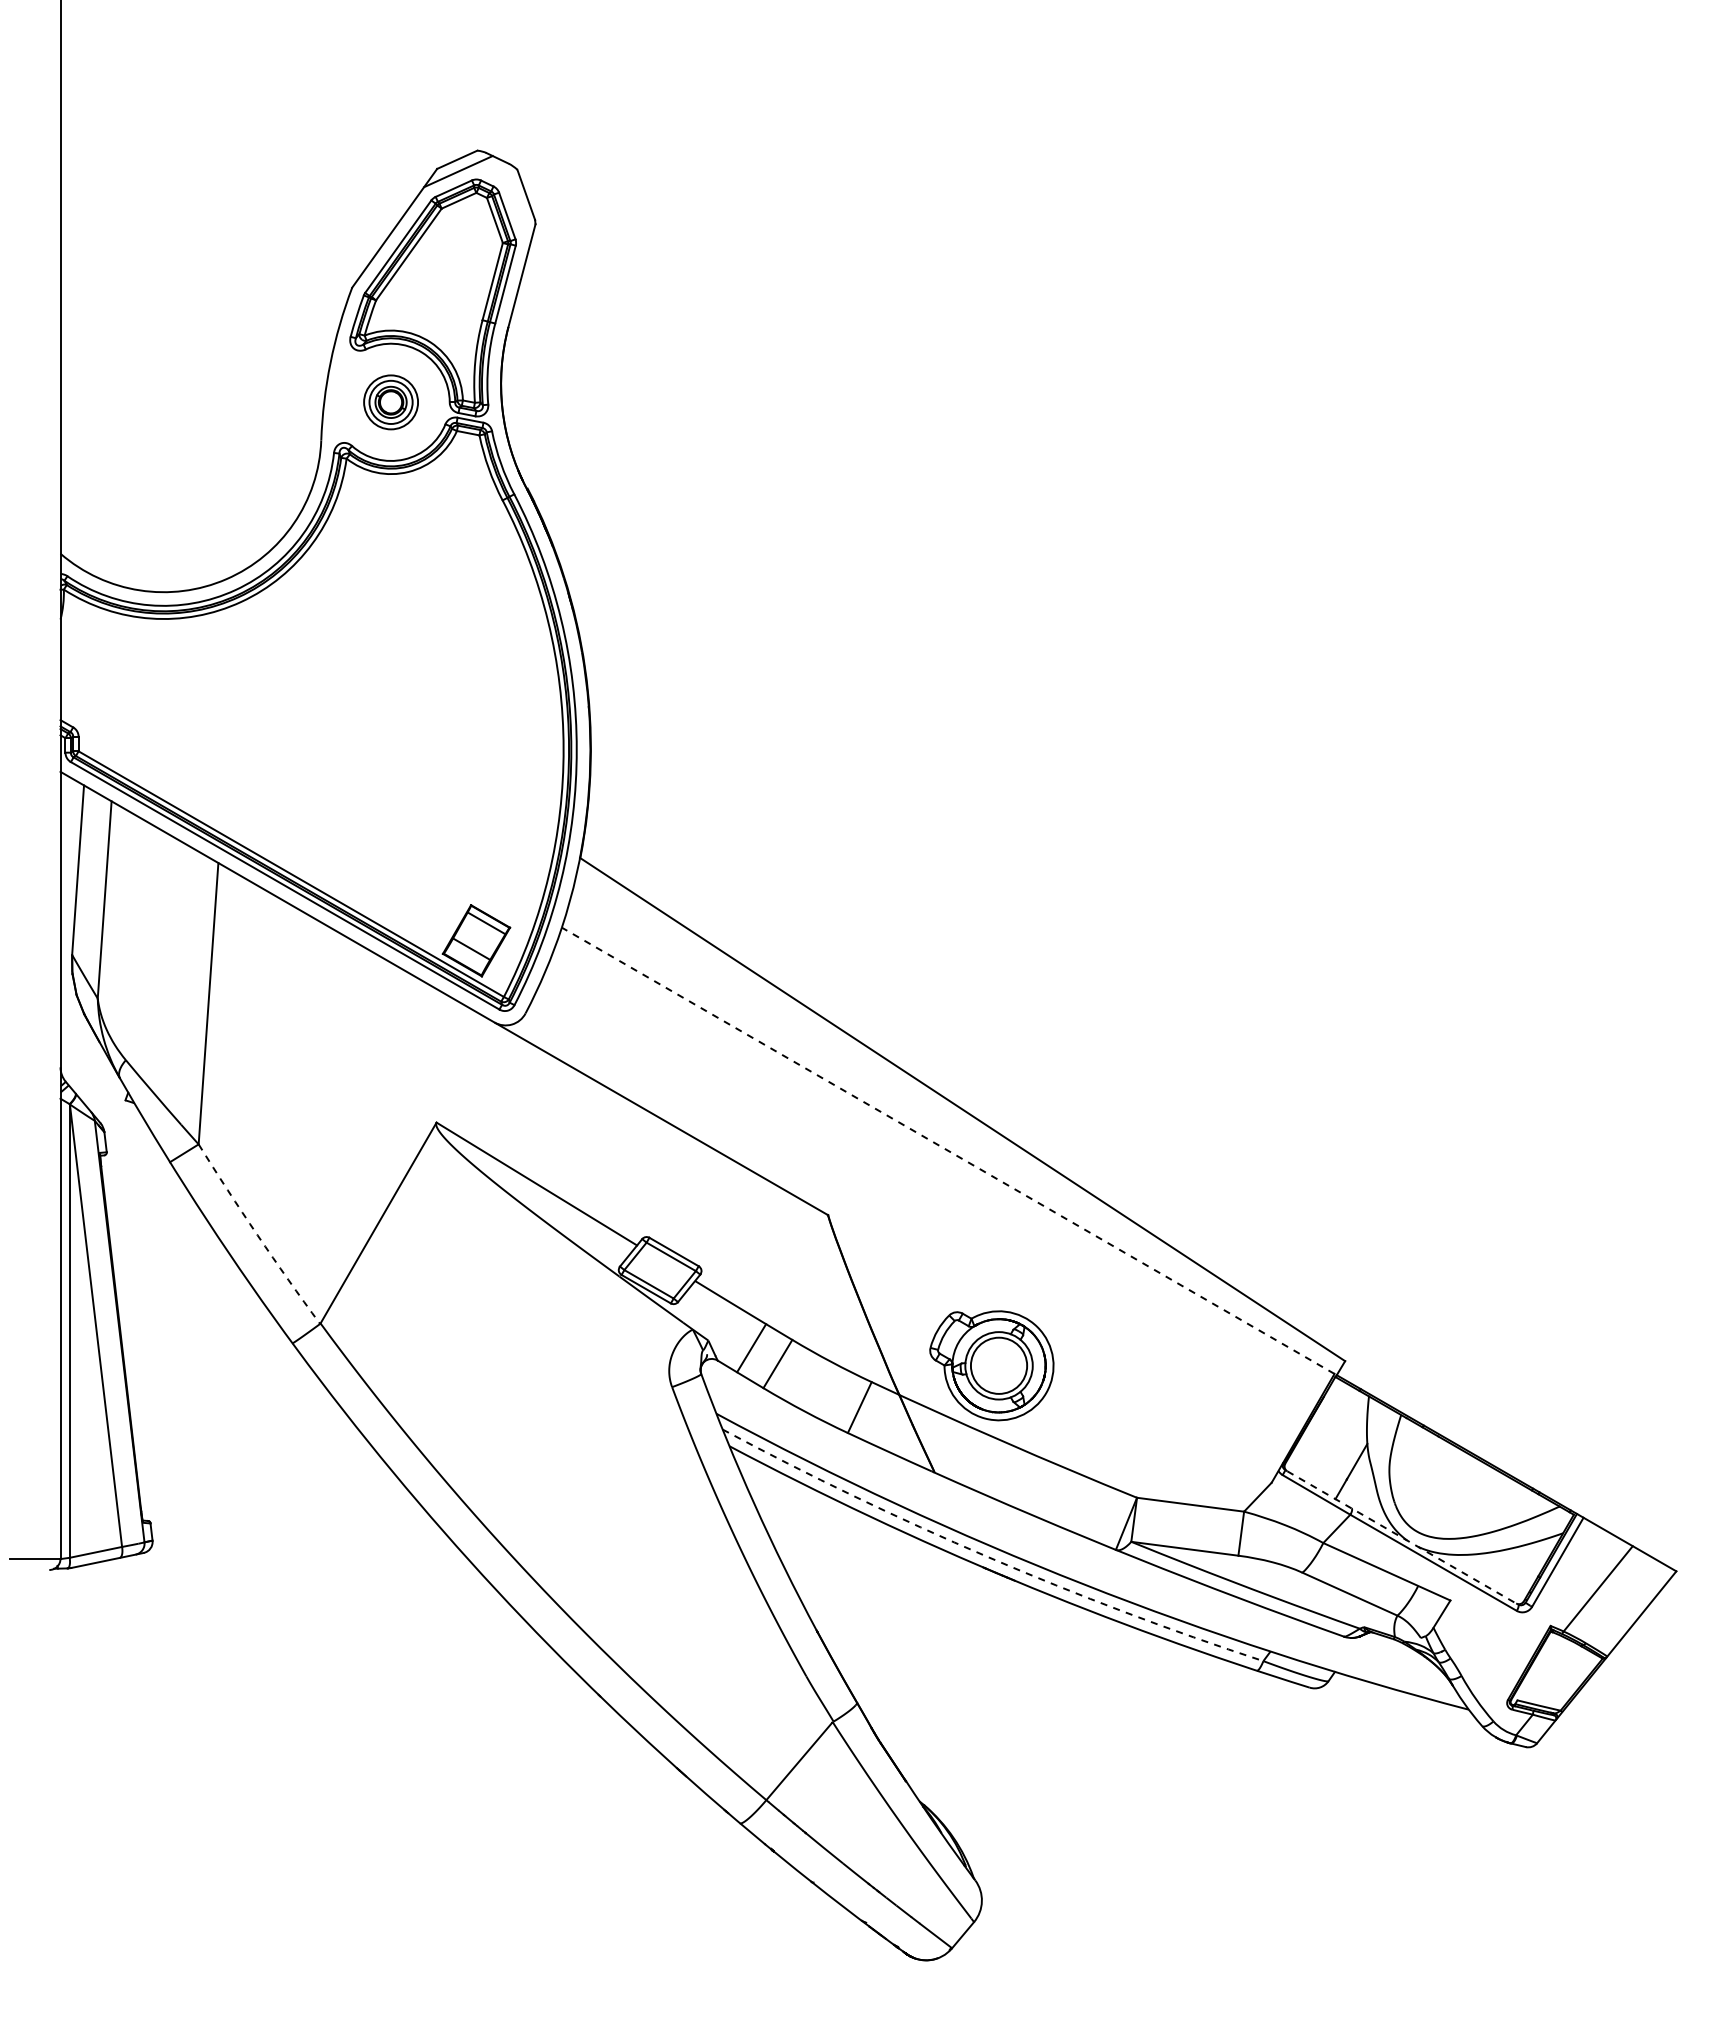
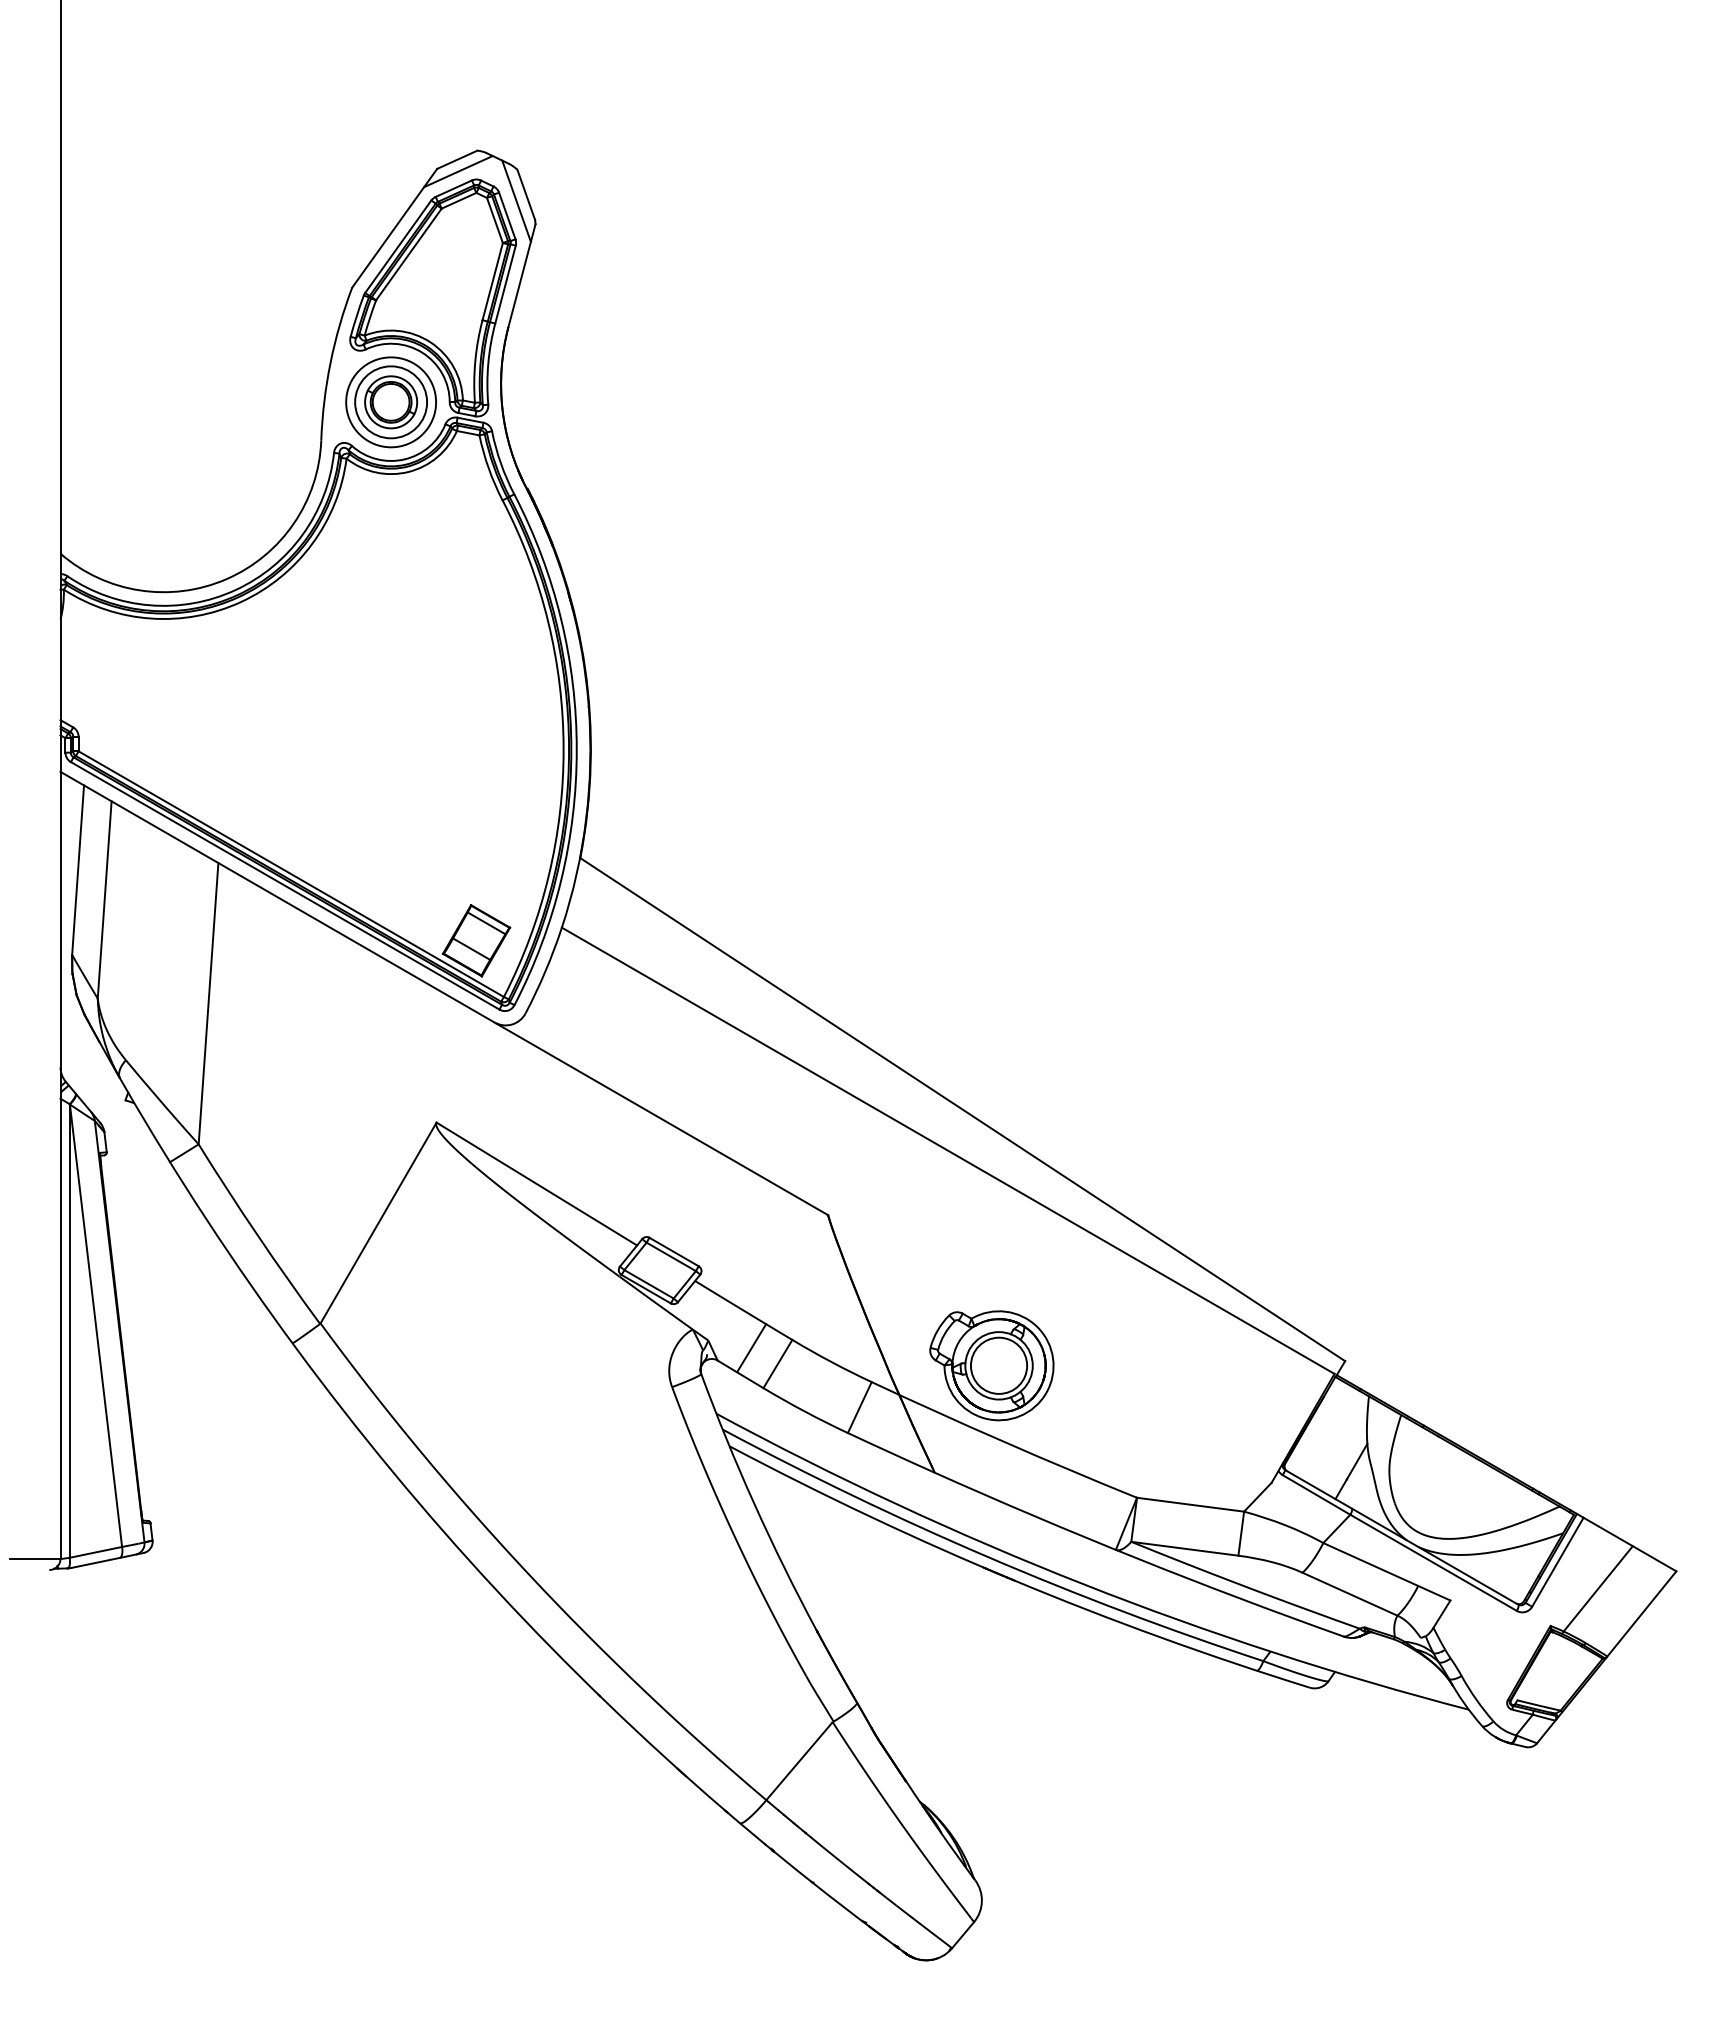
line at (516, 200): none -> present
part at (390, 402) size: 56x57 px -> 92x93 px
line at (947, 1150): dashed -> solid
arc at (257, 1235): dashed -> solid
line at (1402, 1537): dashed -> solid
arc at (988, 1557): dashed -> solid
